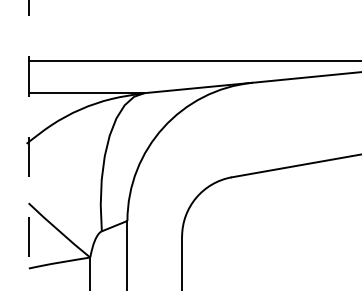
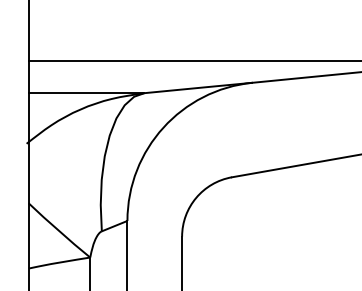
line at (29, 145): dashed -> solid
